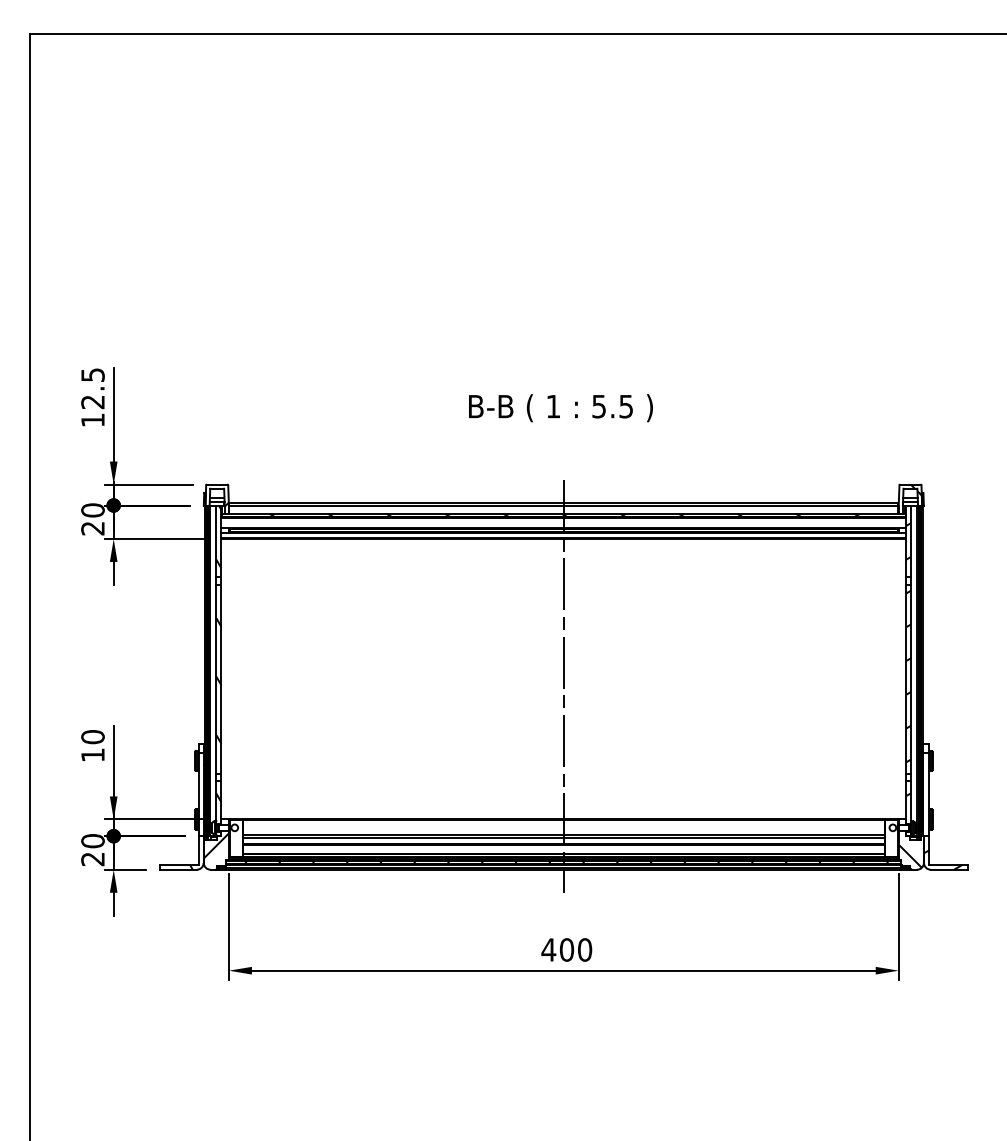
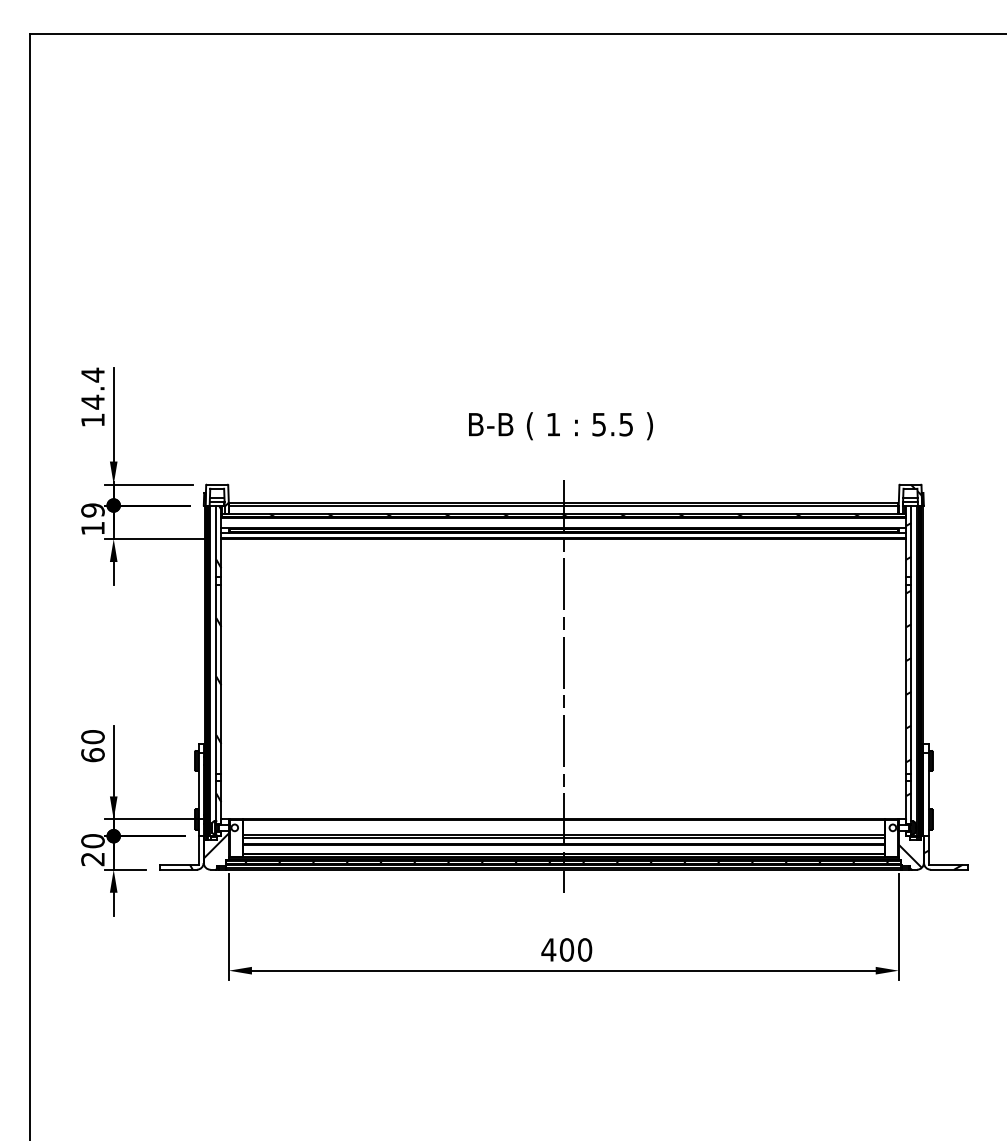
text at (92, 388): 12.5 -> 14.4
text at (560, 408) position: (560, 408) -> (560, 426)
text at (92, 519): 20 -> 19
text at (92, 755): 10 -> 60
